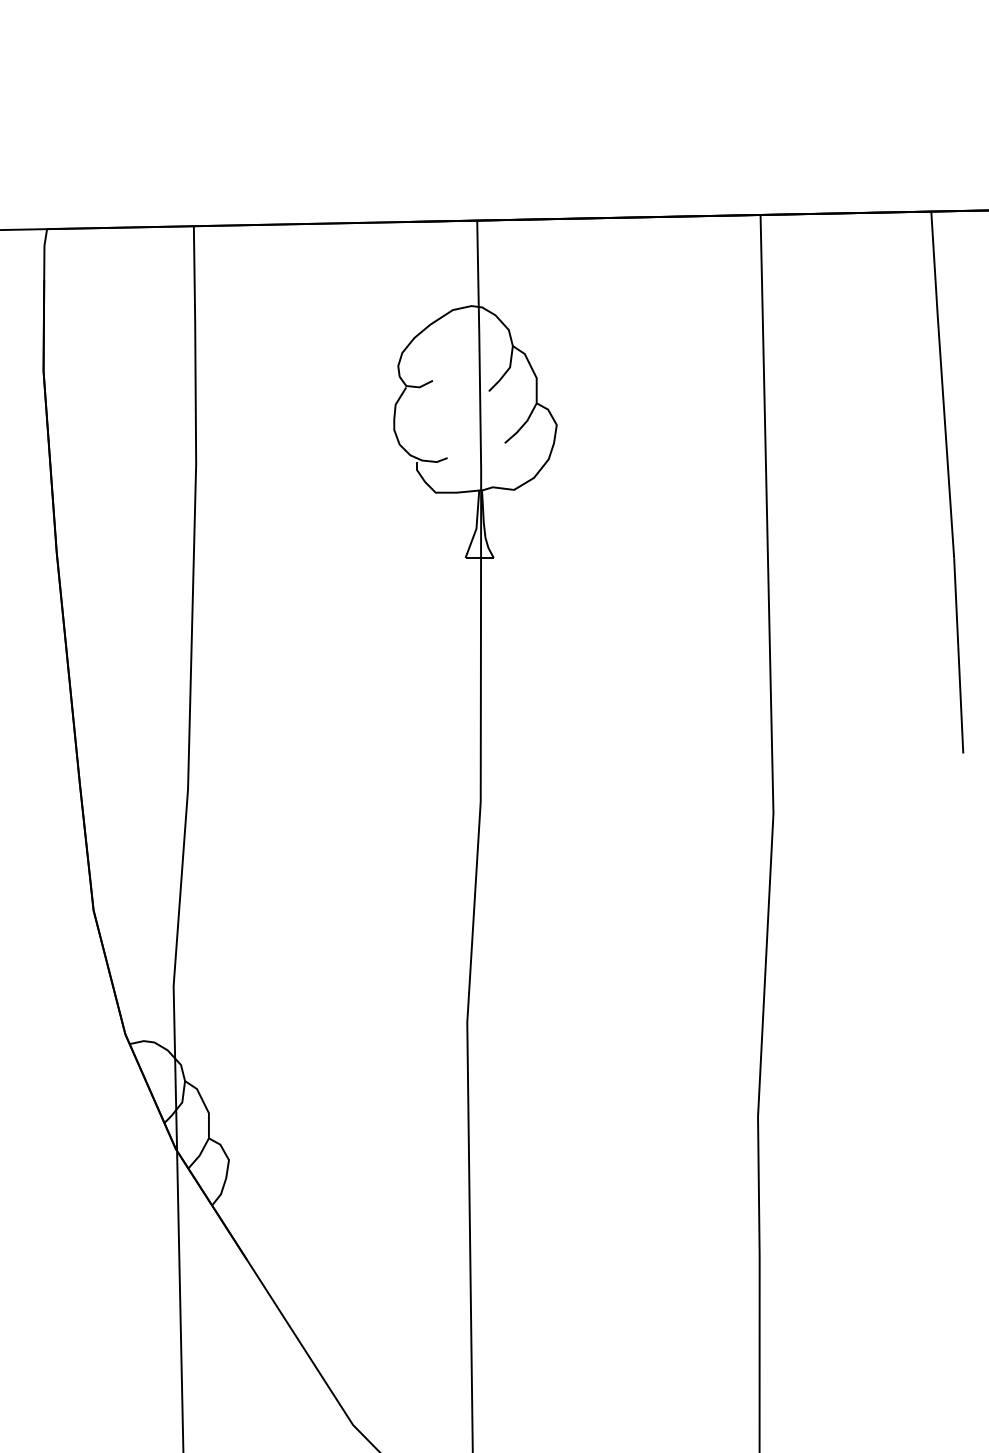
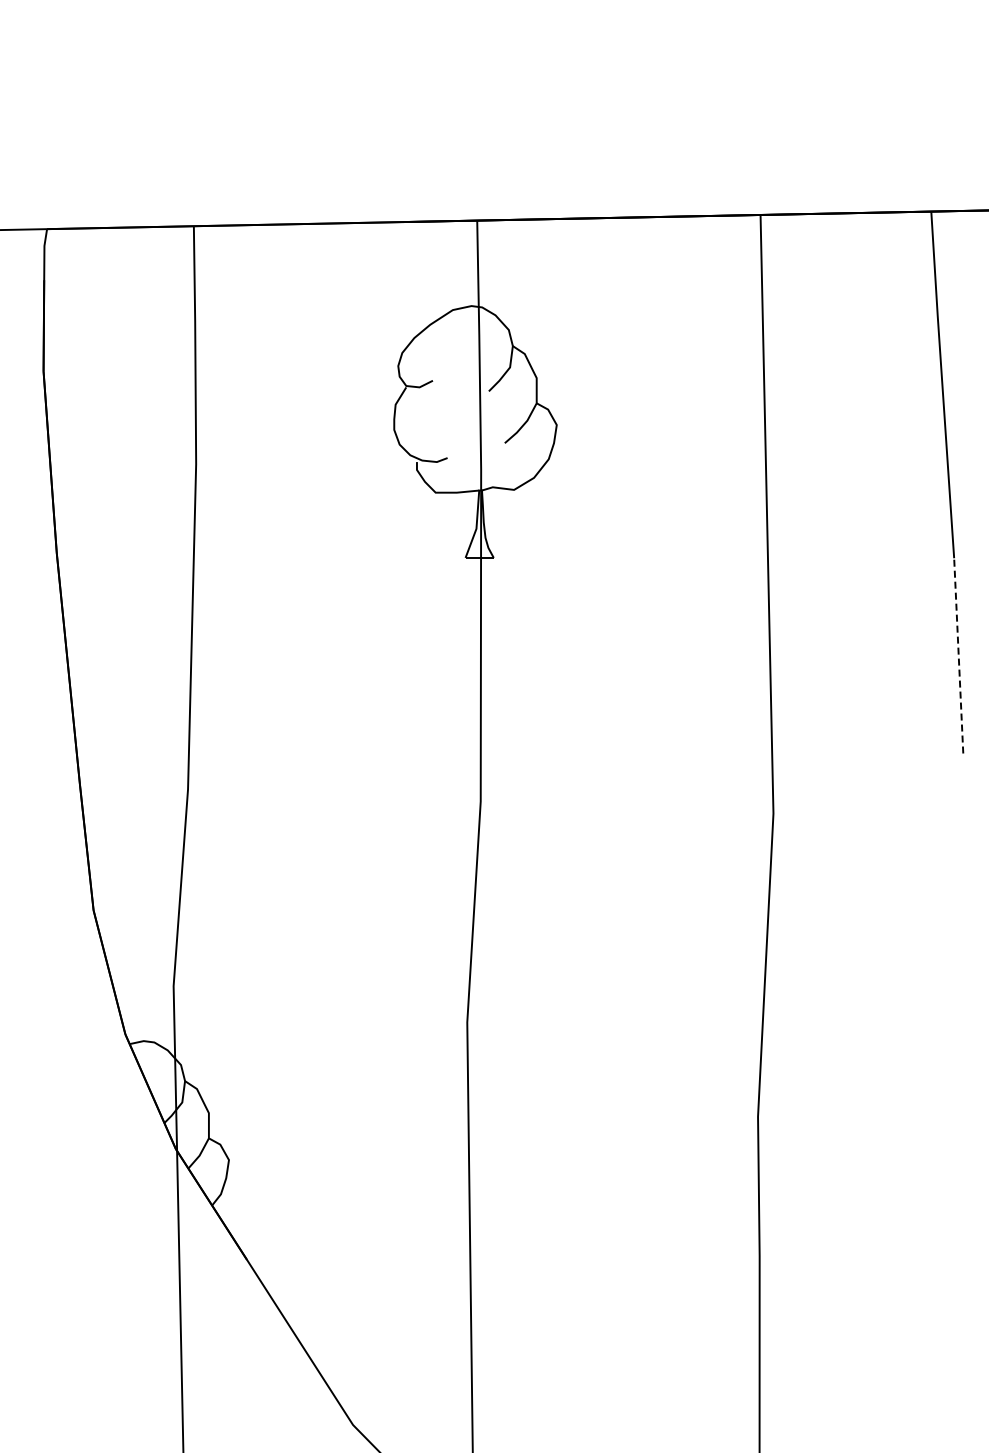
line at (958, 655): solid -> dashed
